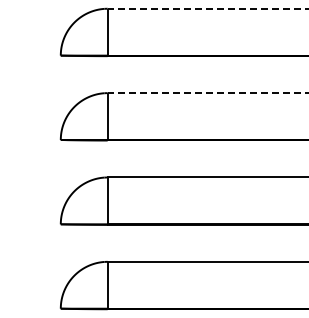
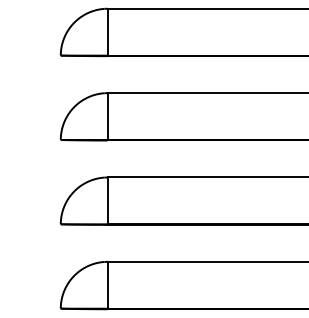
line at (207, 8): dashed -> solid
line at (207, 93): dashed -> solid
